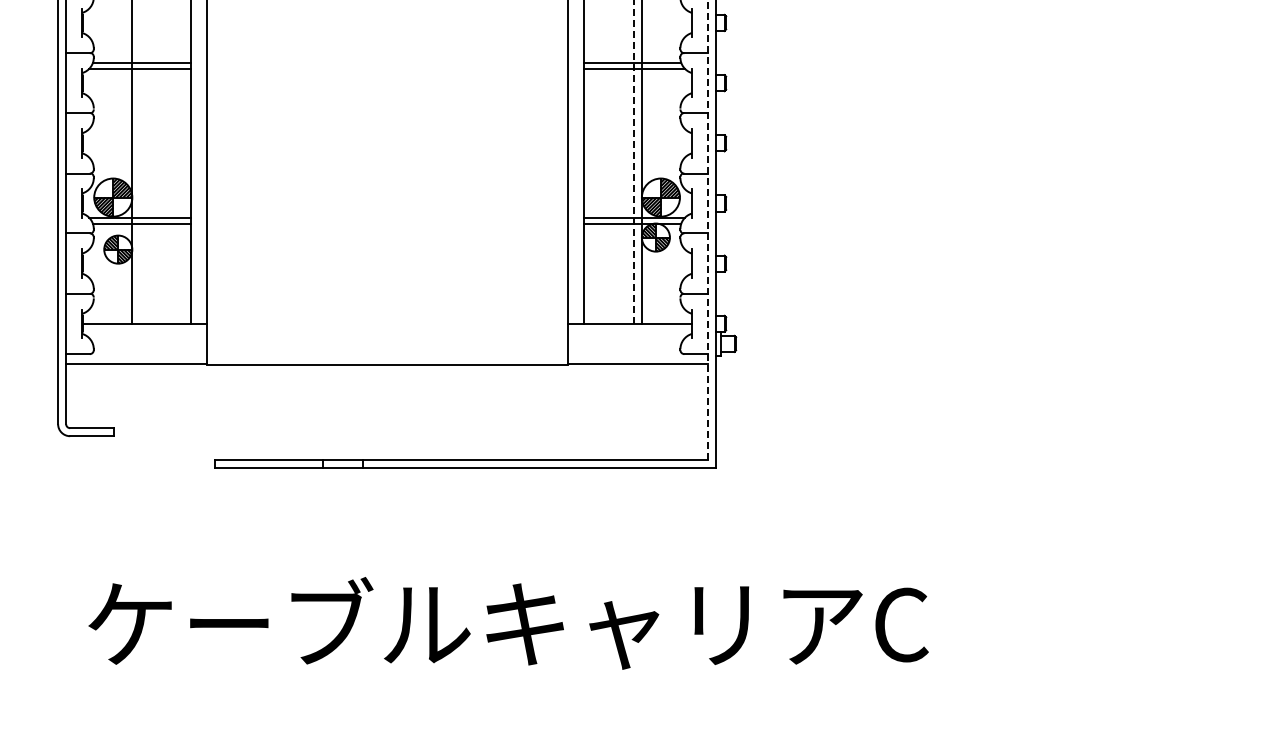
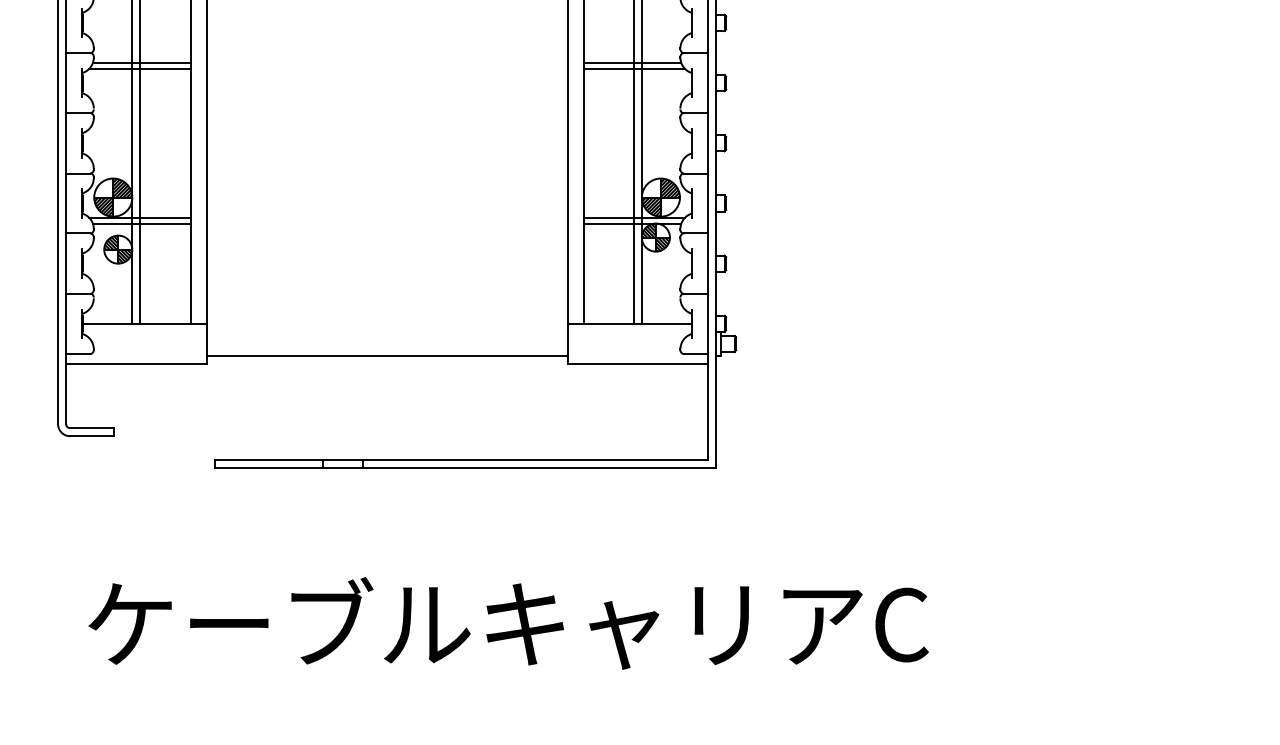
line at (140, 162): none -> present
line at (633, 162): dashed -> solid
line at (708, 230): dashed -> solid
line at (386, 364) position: (386, 364) -> (386, 355)
